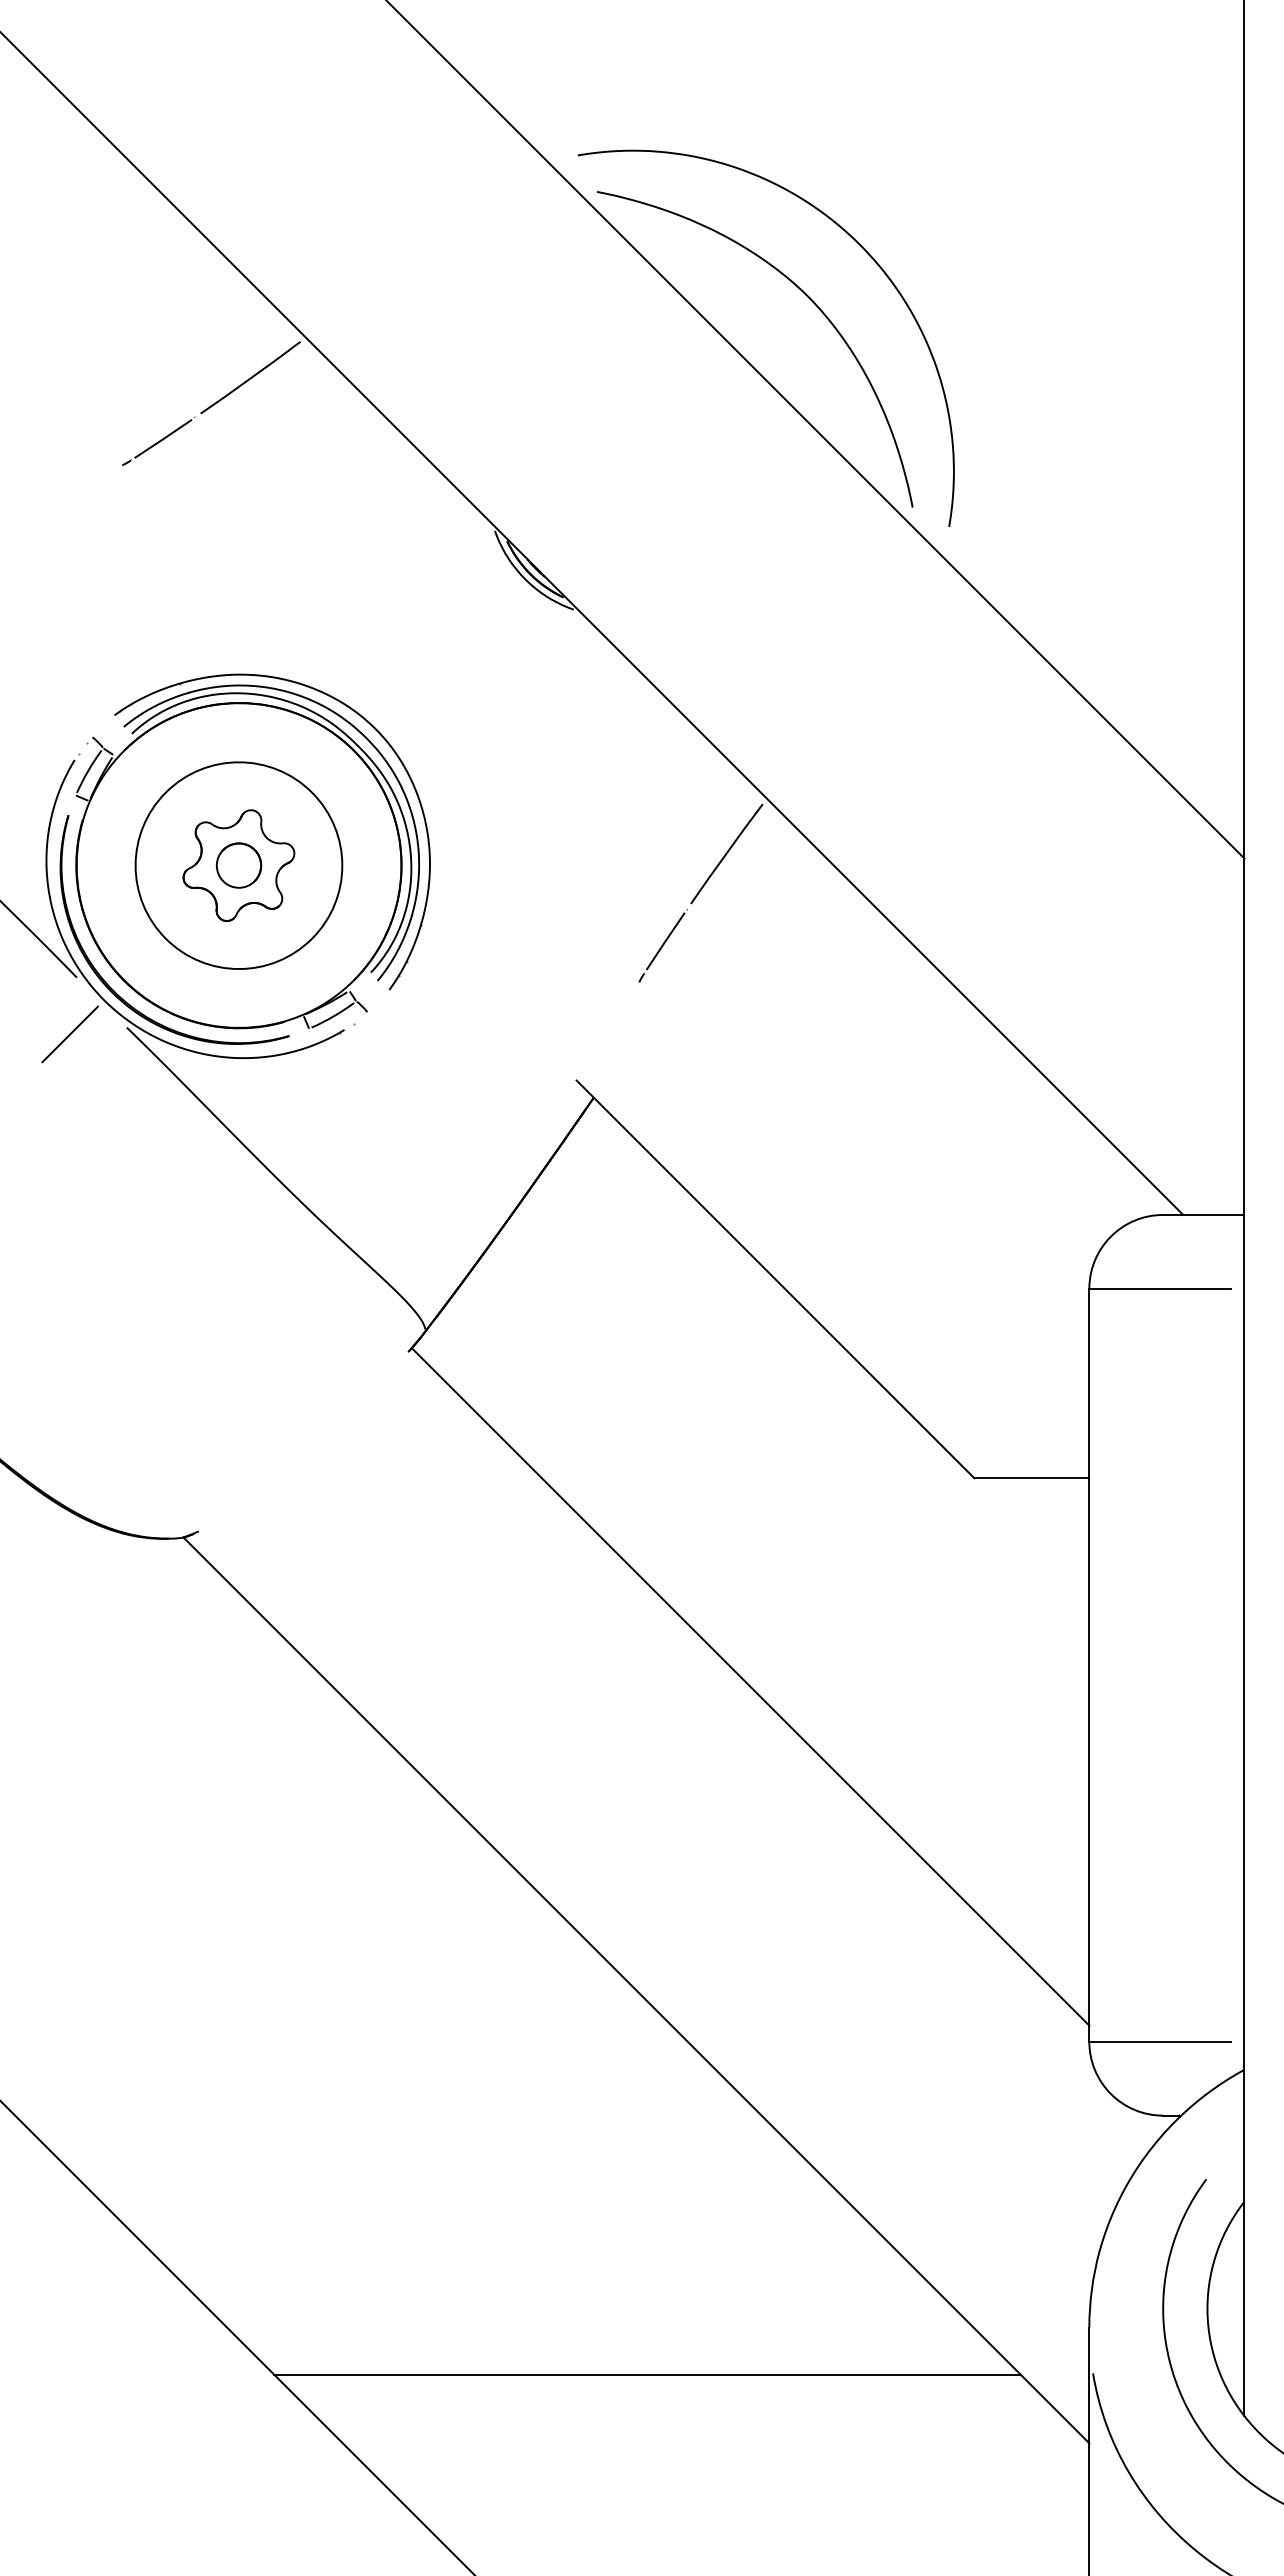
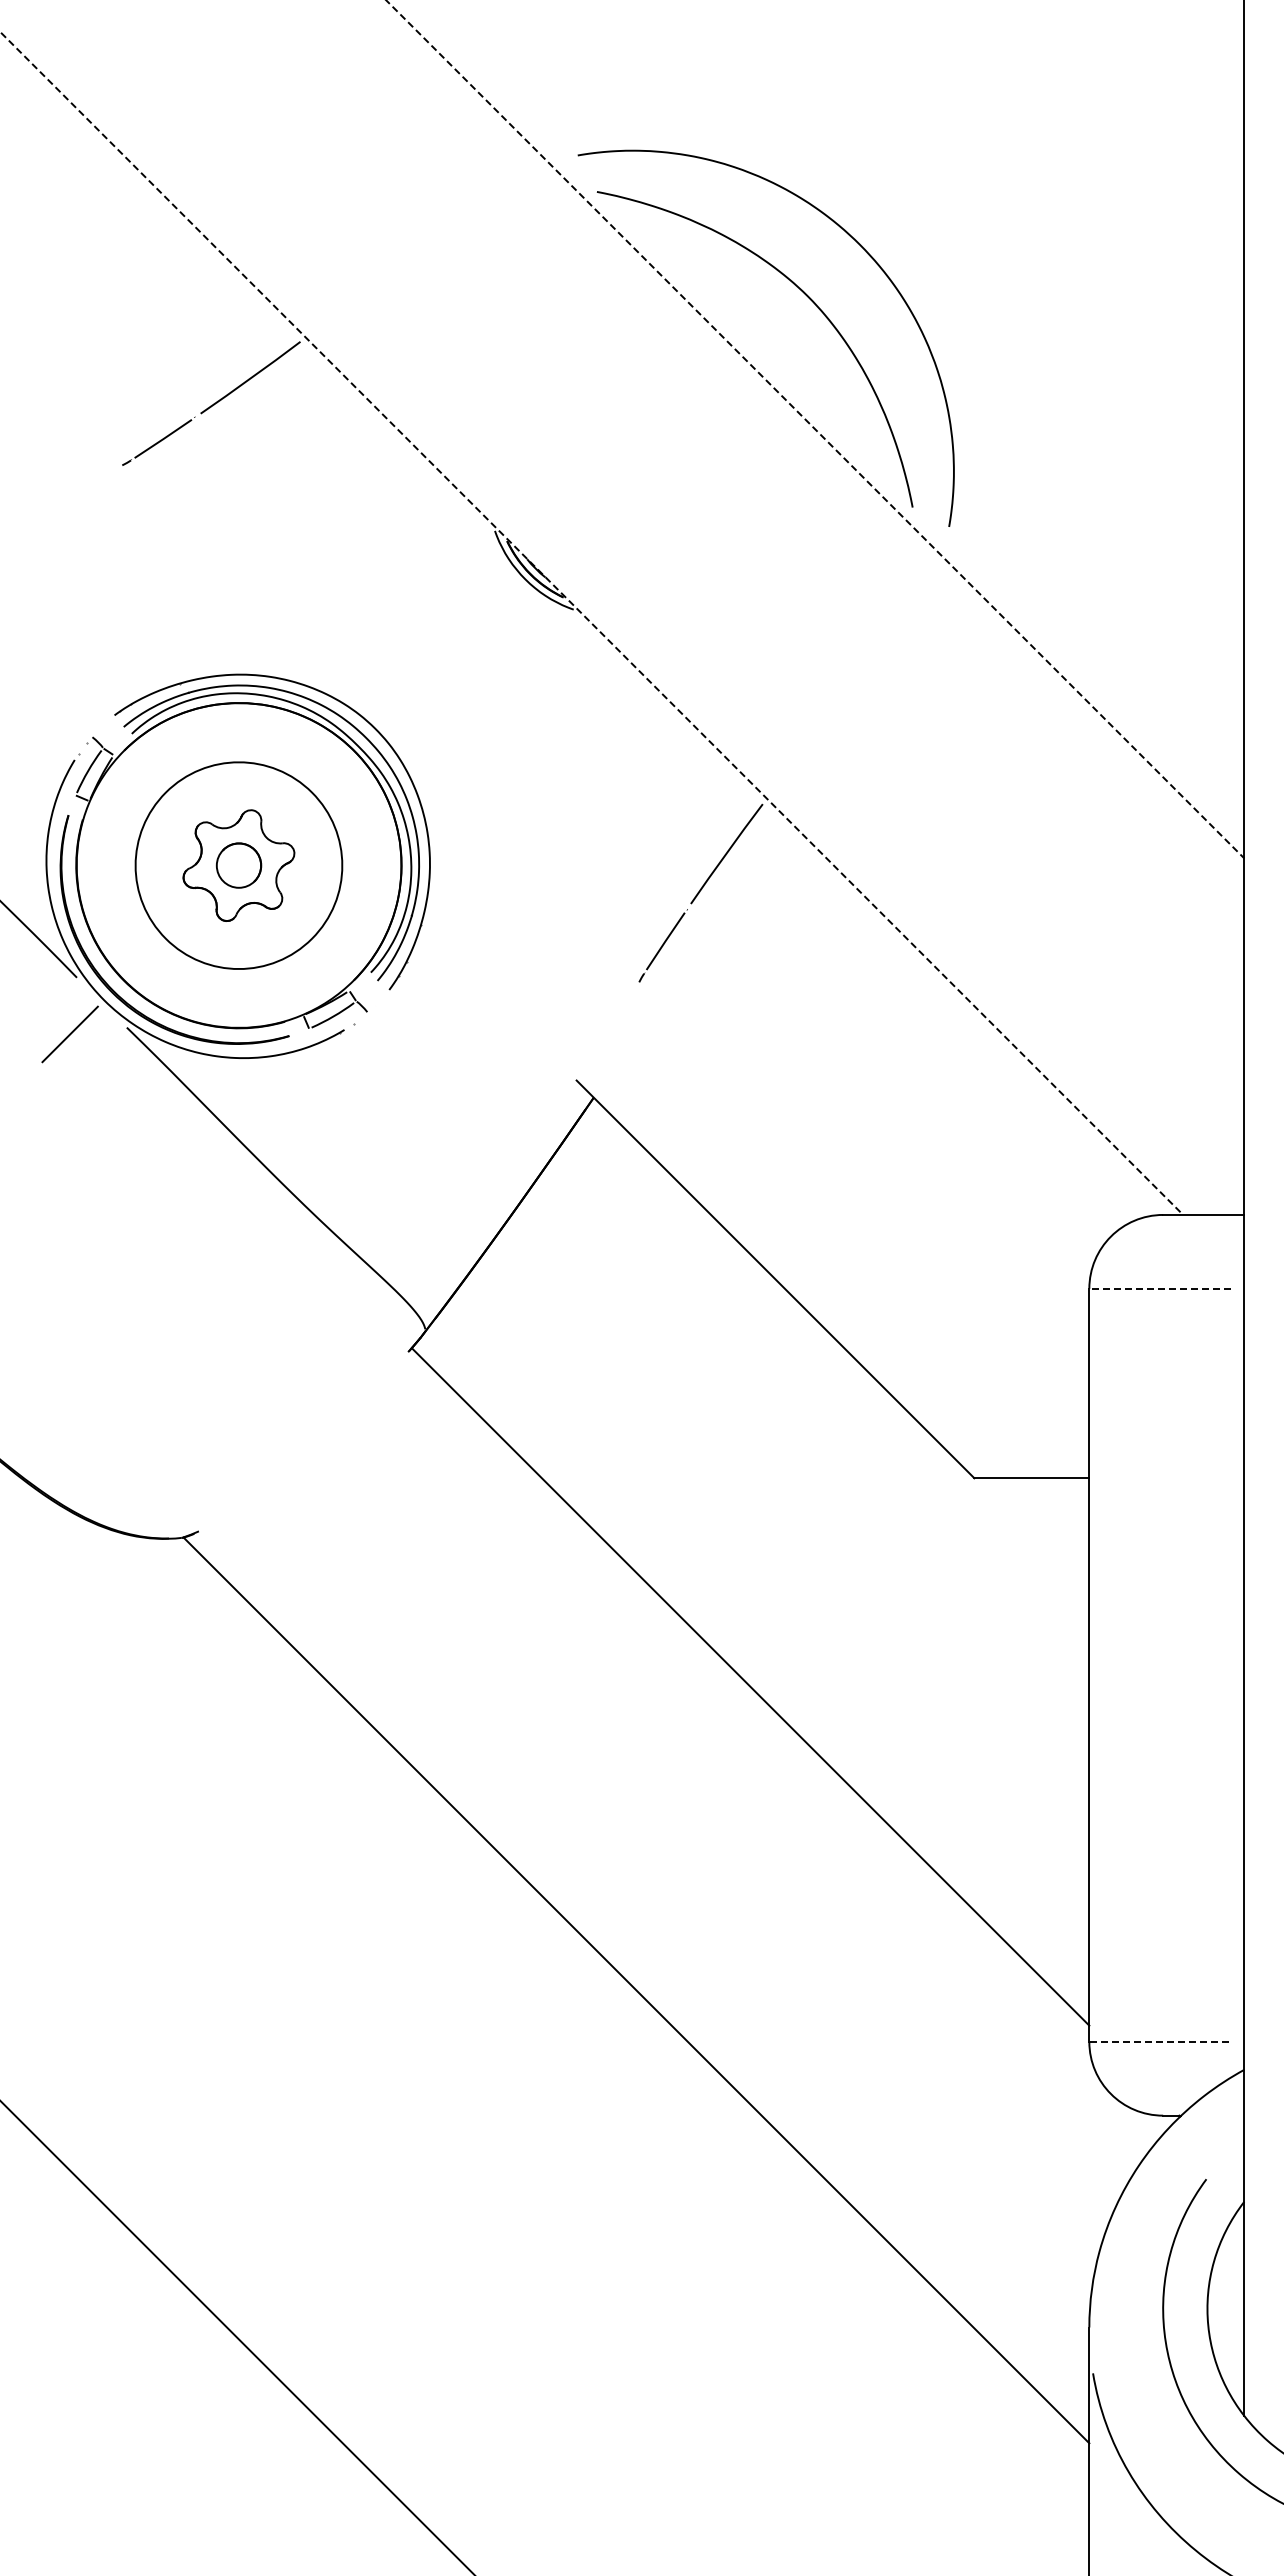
line at (815, 429): solid -> dashed
line at (592, 623): solid -> dashed
line at (1159, 1288): solid -> dashed
line at (1160, 2041): solid -> dashed
line at (647, 2374): present -> none
